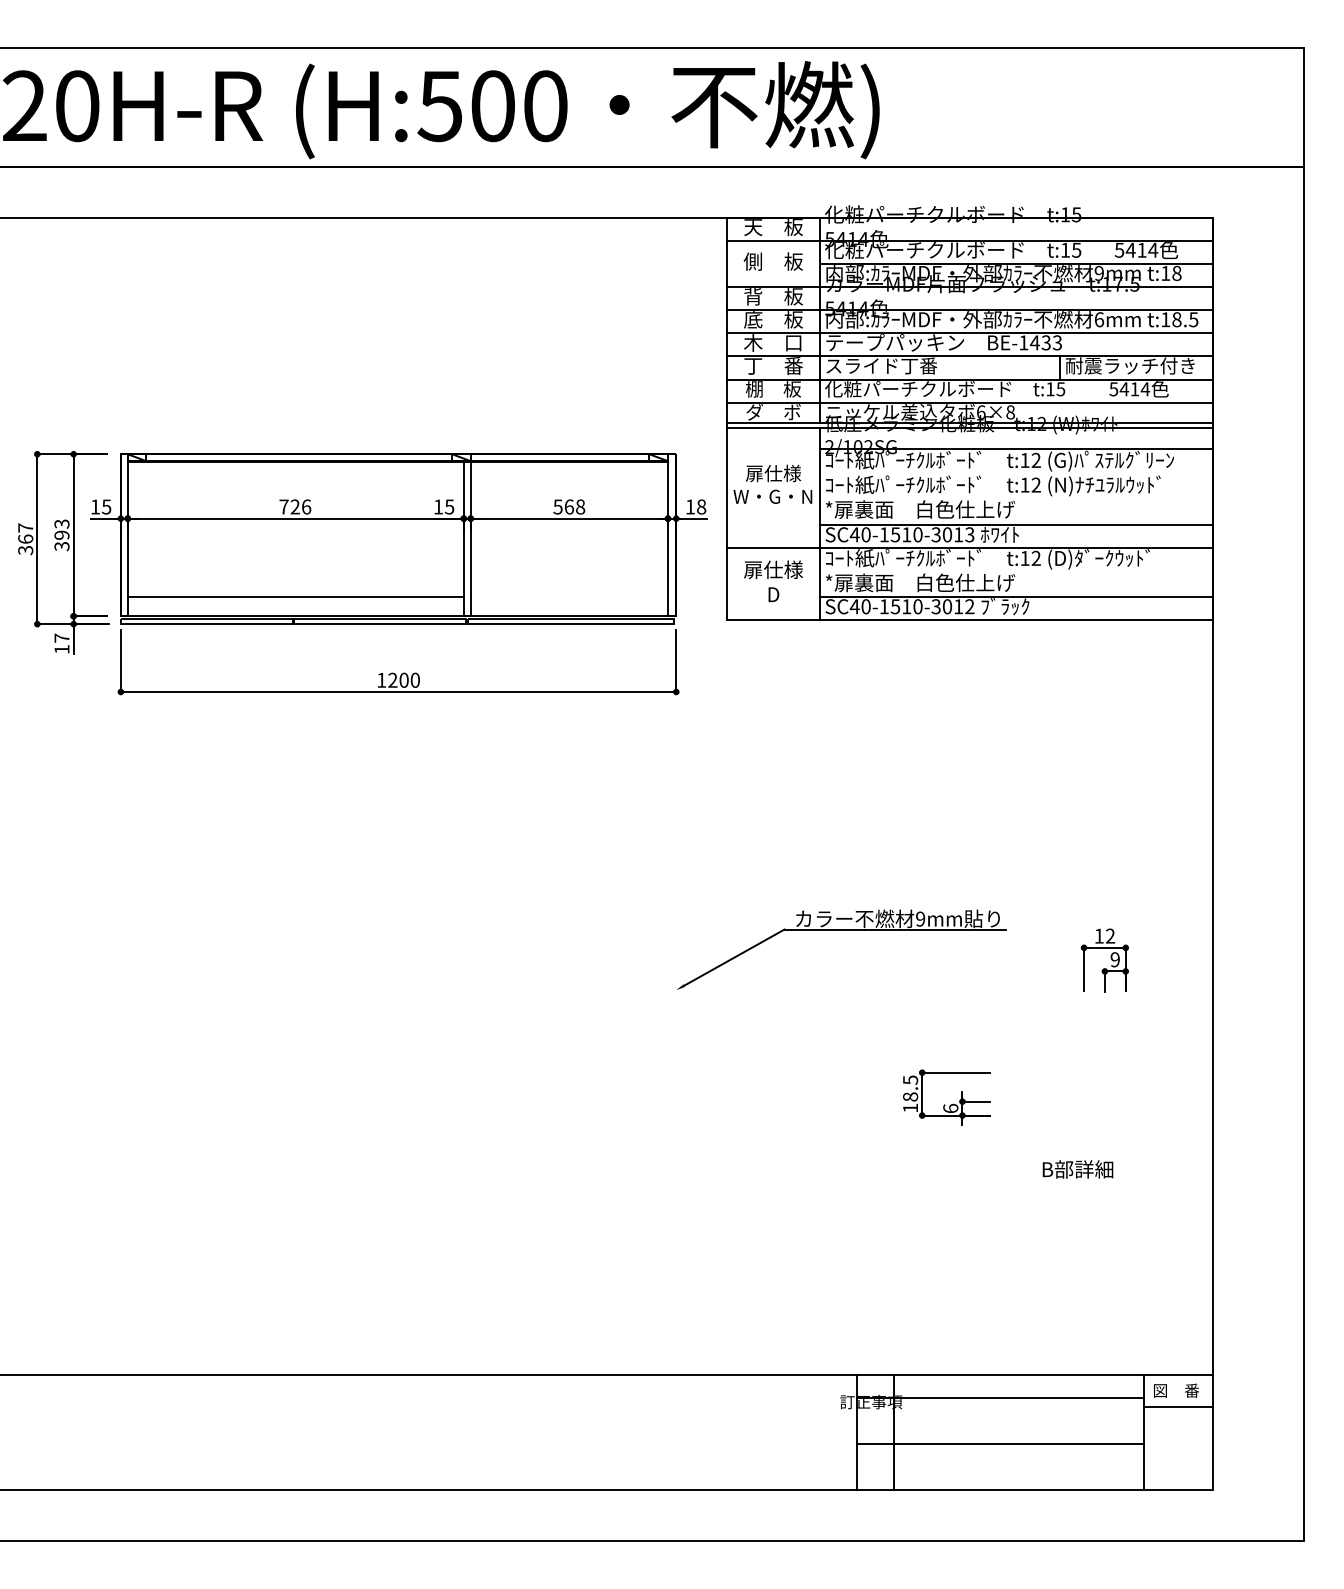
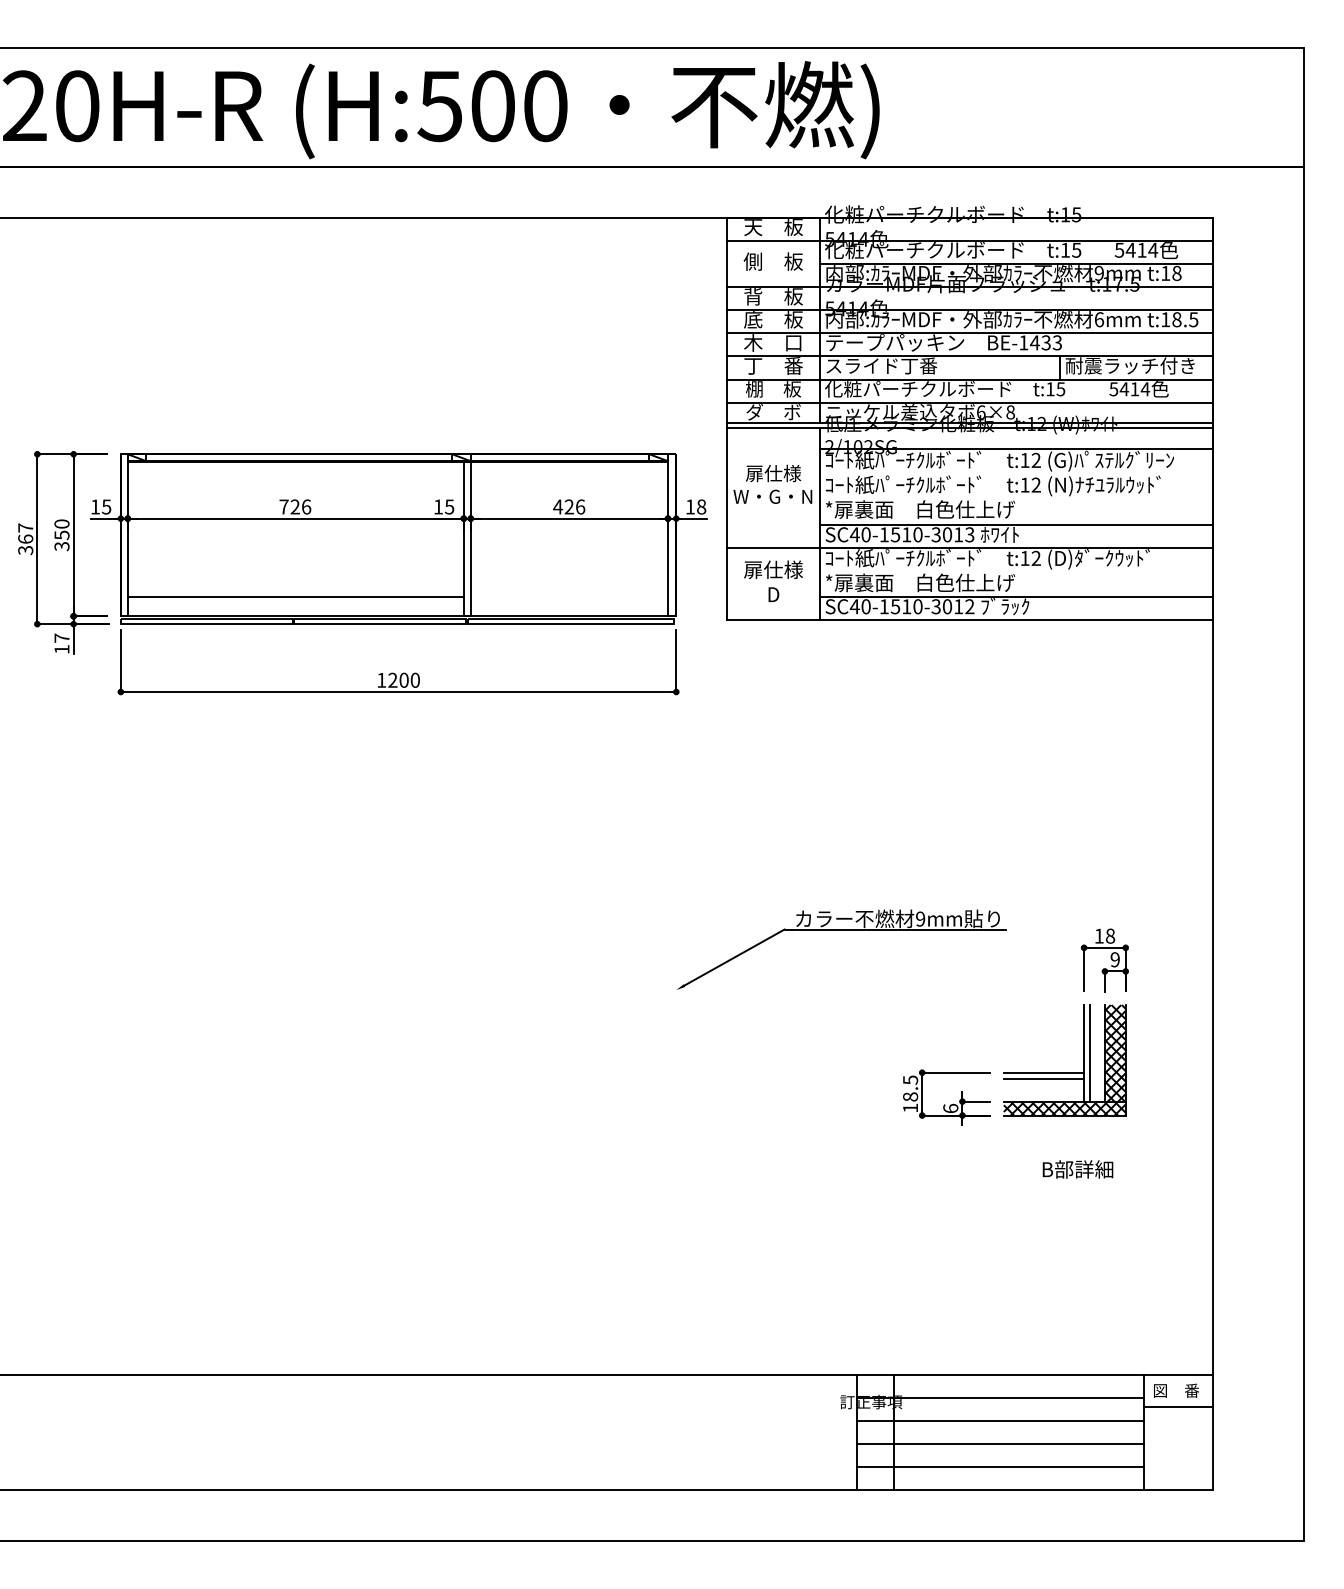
text at (569, 506): 568 -> 426
text at (61, 529): 393 -> 350
text at (1110, 935): 12 -> 18
part at (1064, 1072): none -> present
line at (999, 1420): none -> present
line at (999, 1467): none -> present
